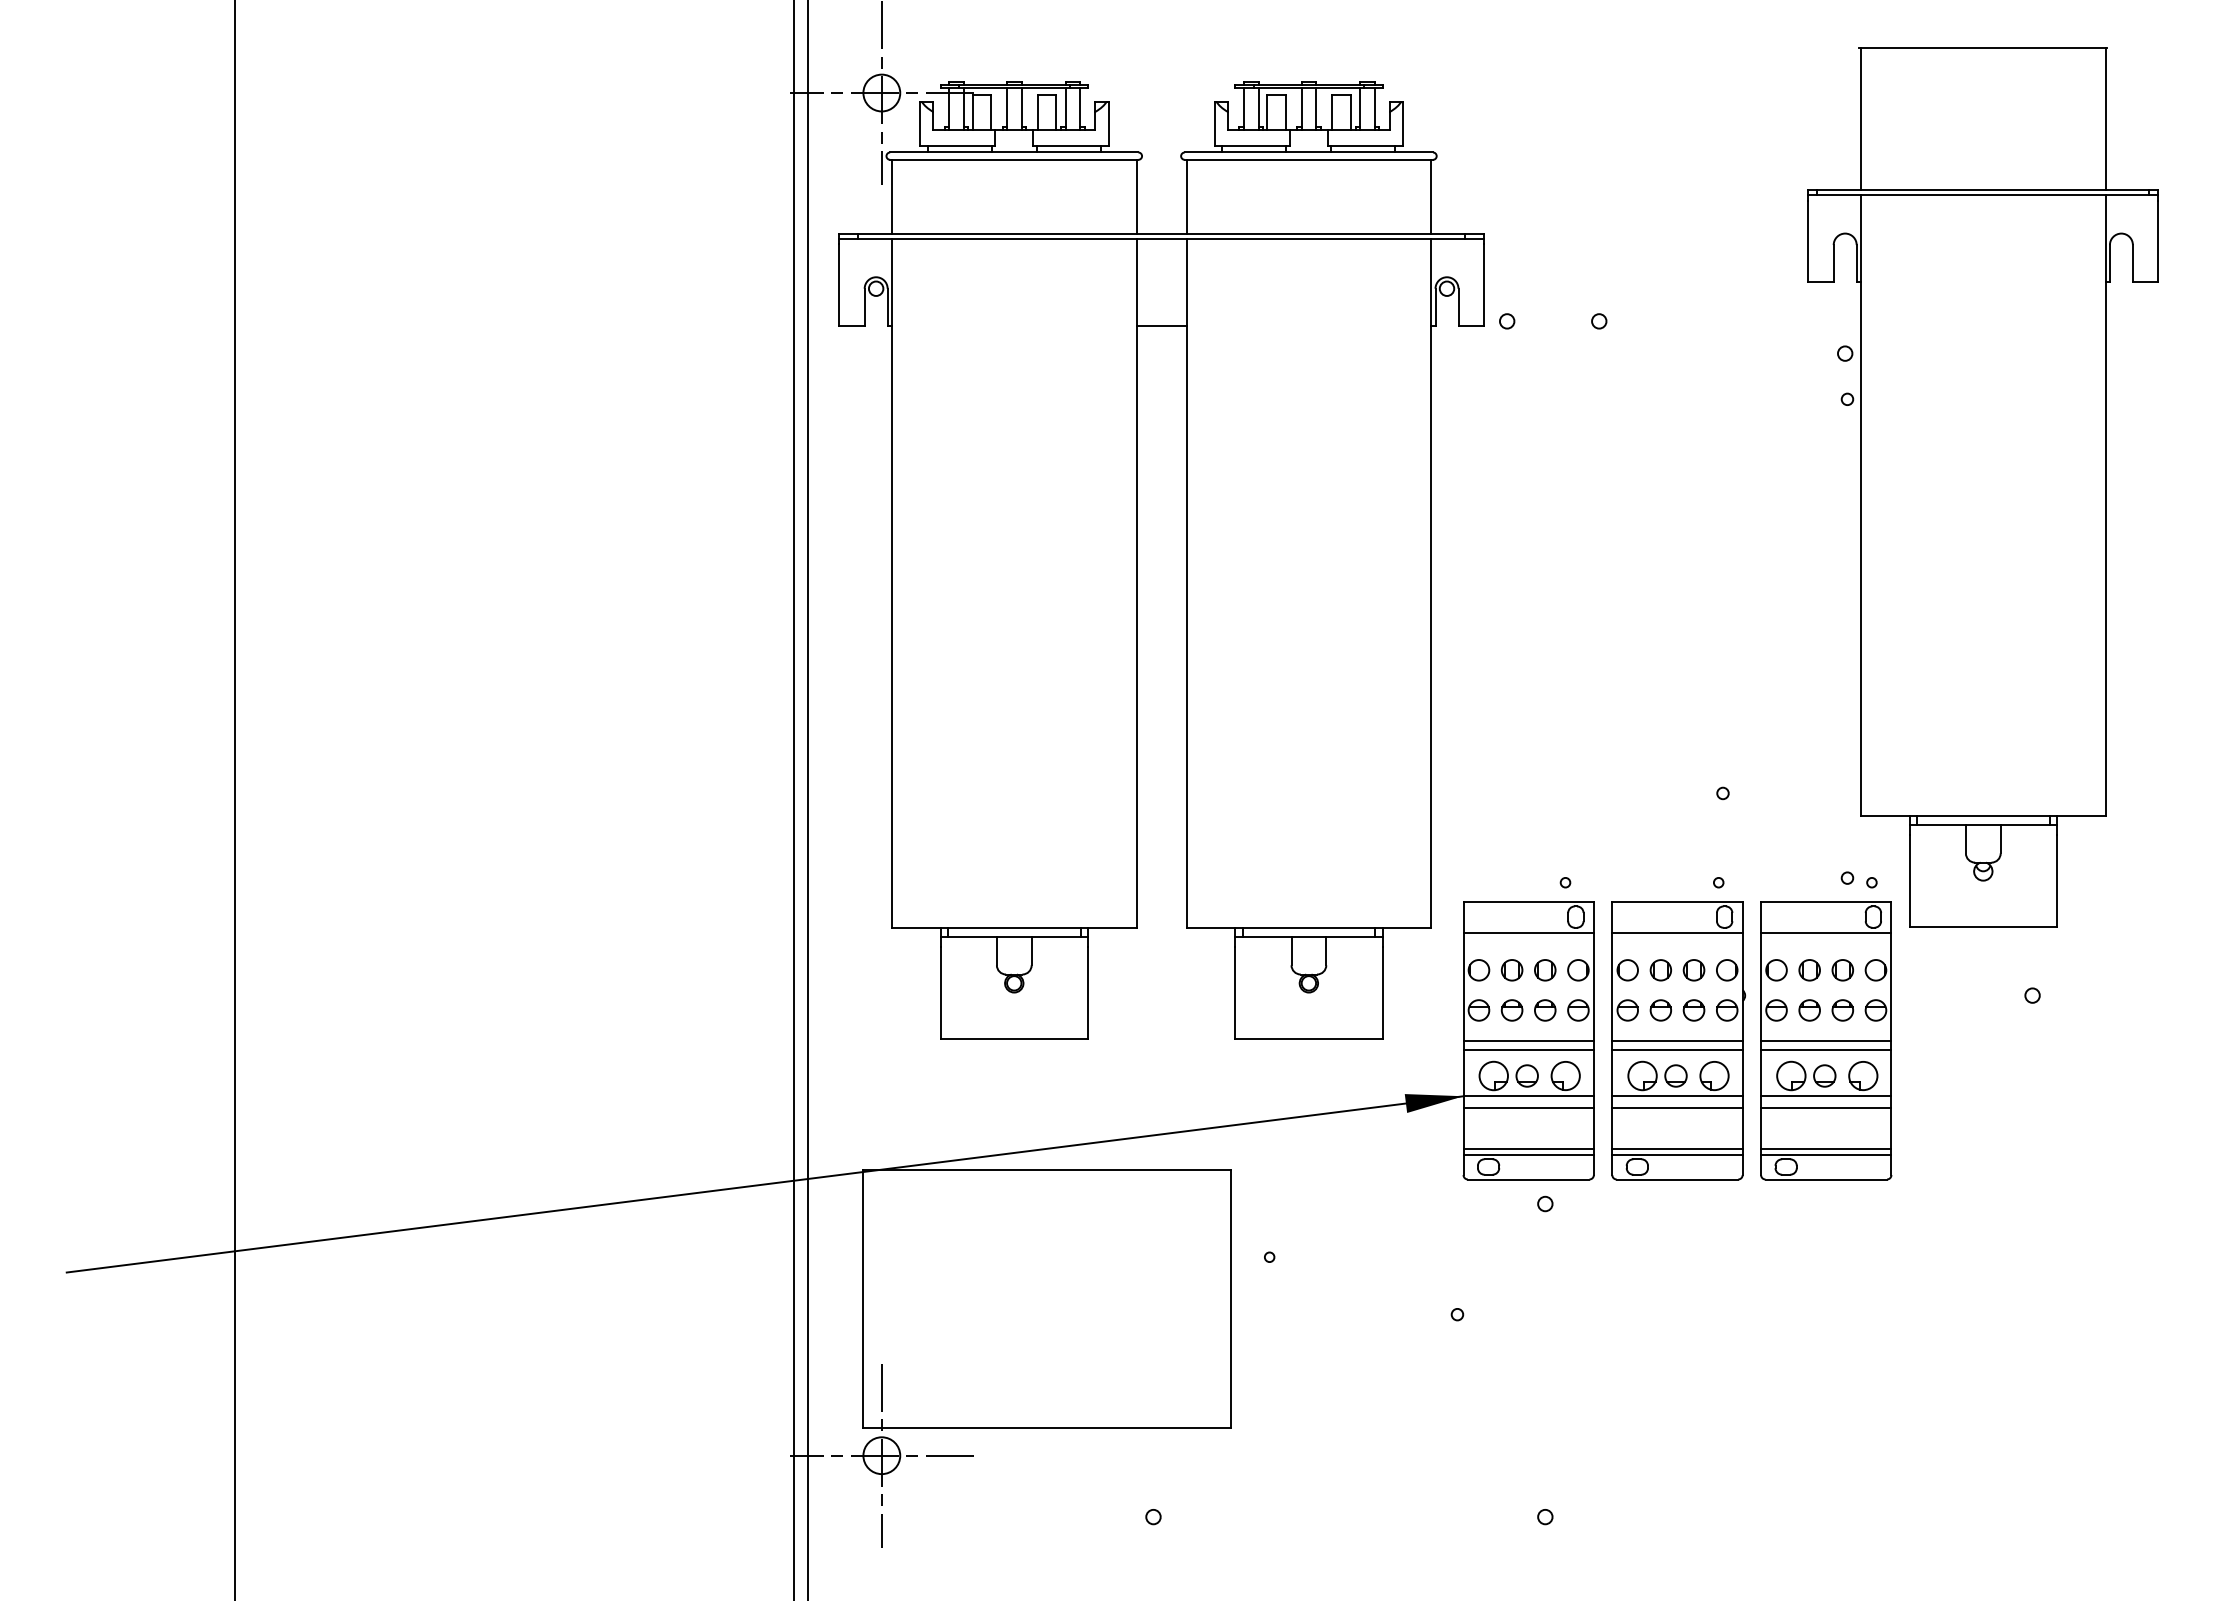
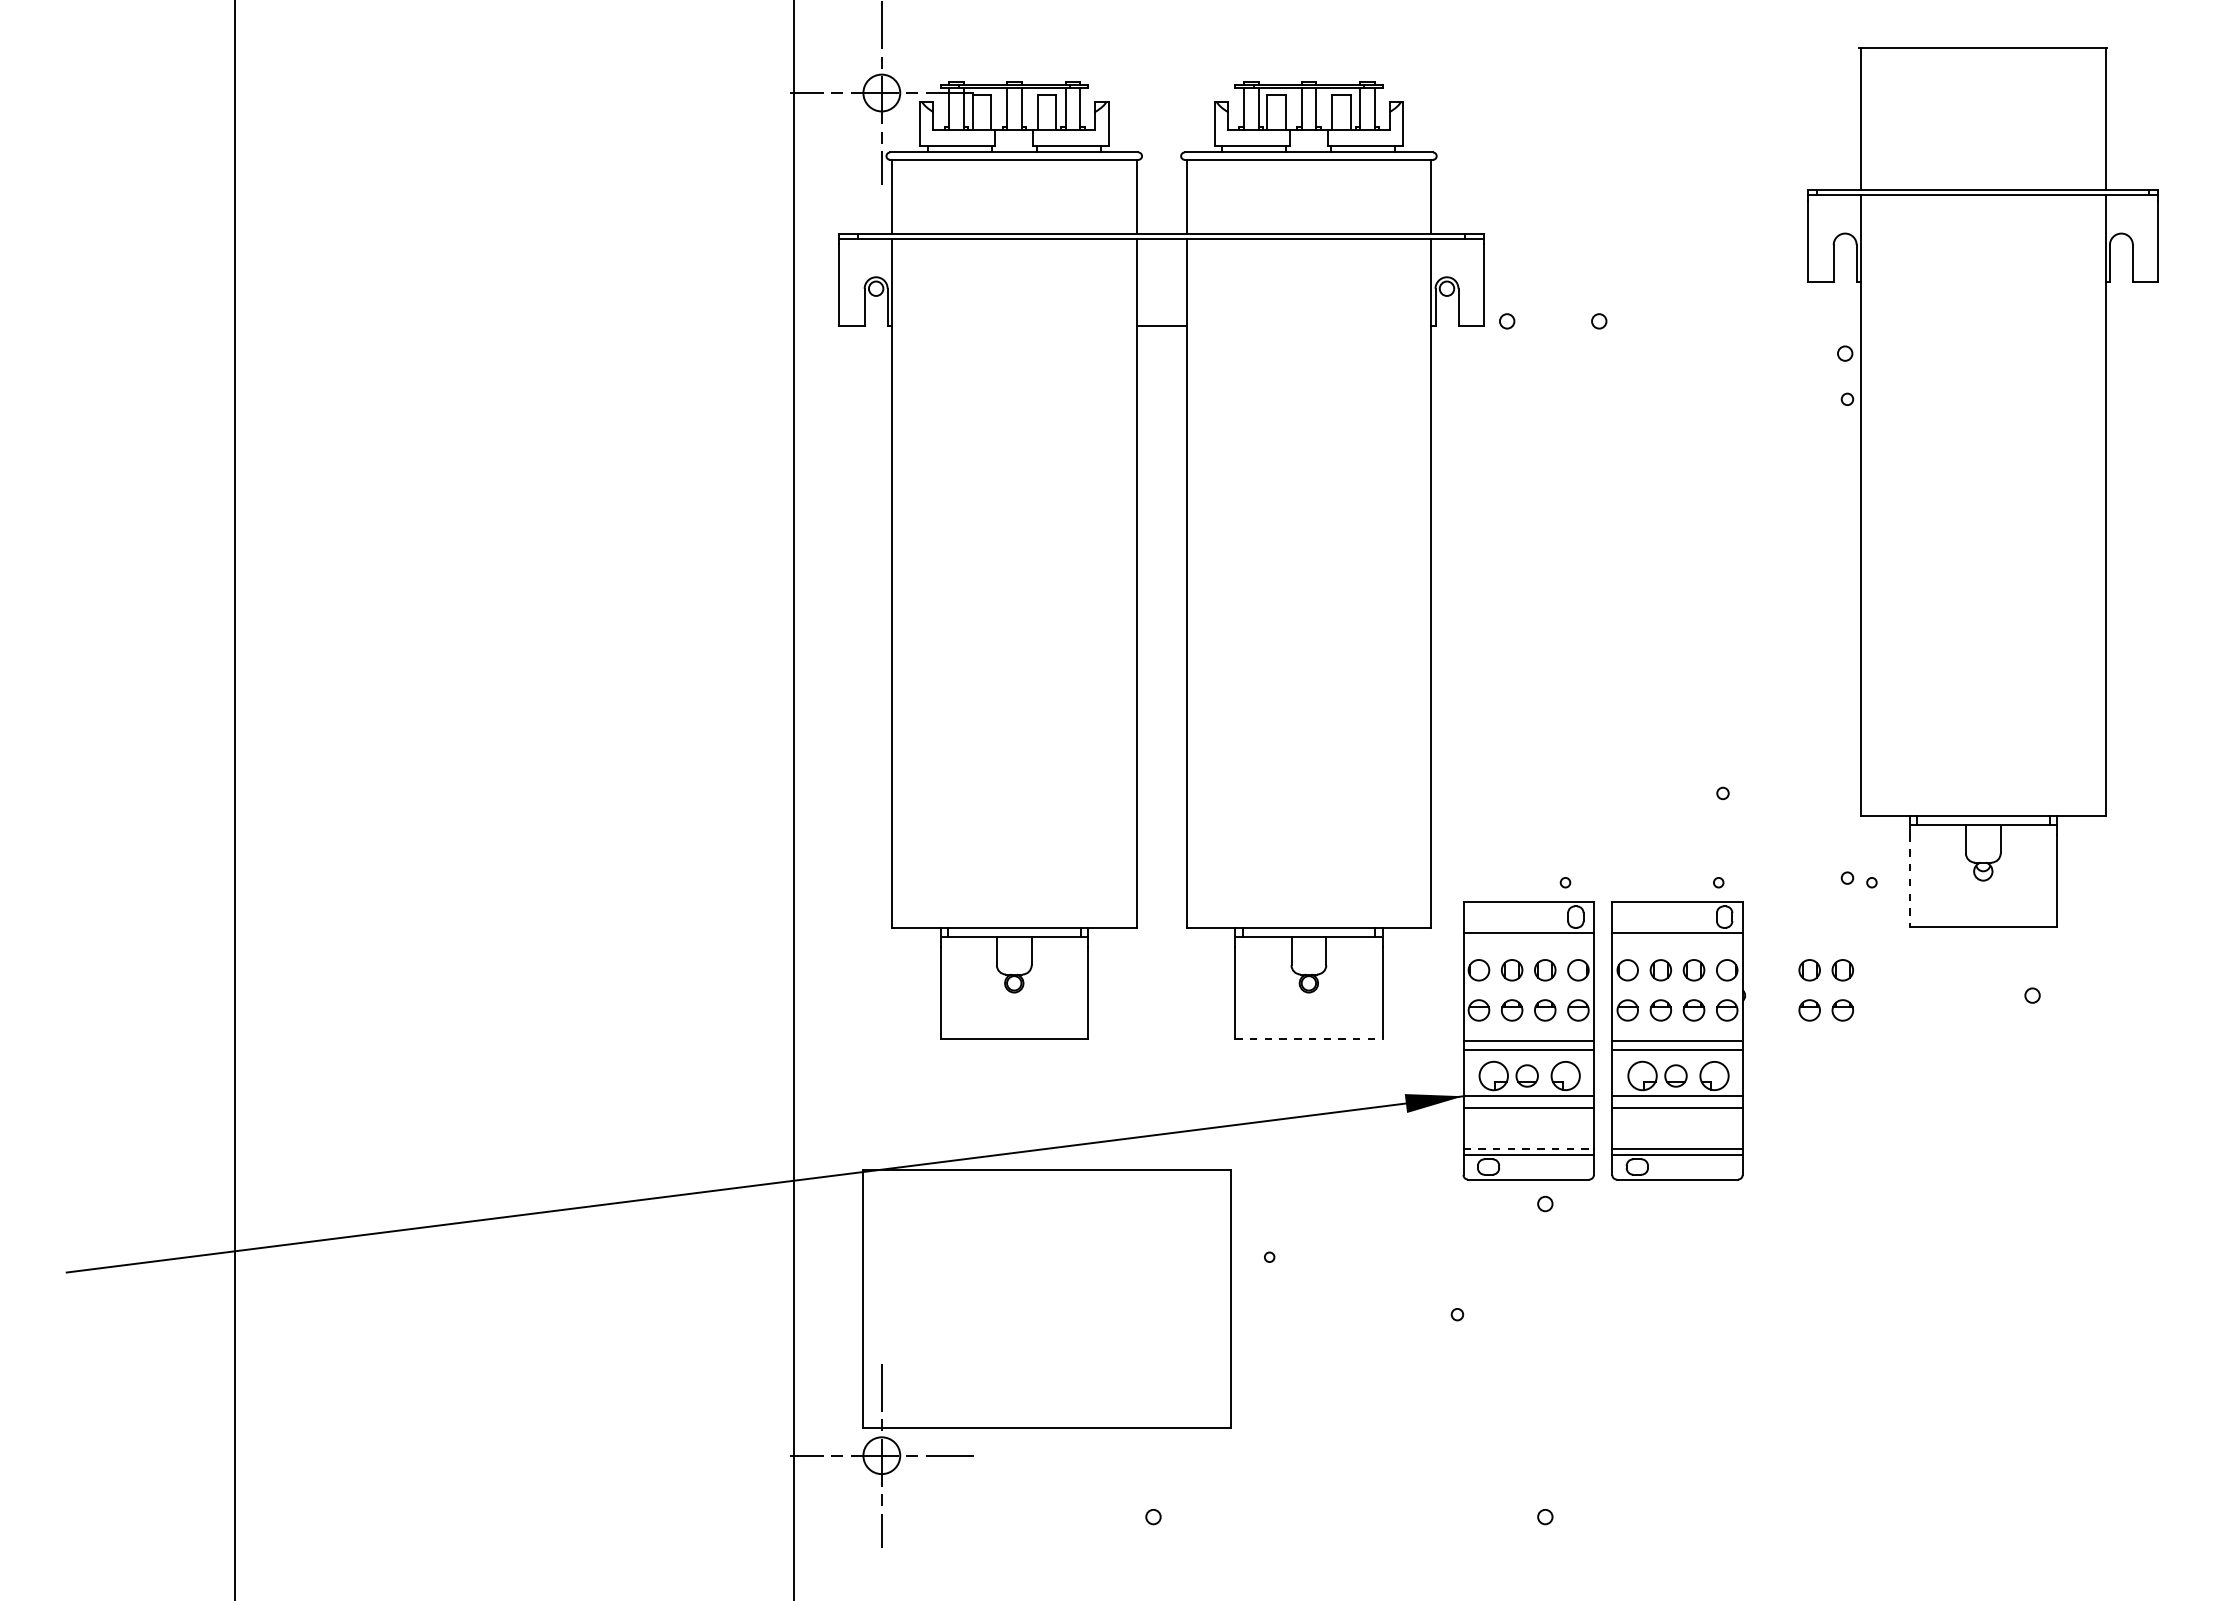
line at (808, 799): present -> none
line at (1909, 881): solid -> dashed
line at (1308, 1038): solid -> dashed
part at (1826, 1040): present -> none
line at (1529, 1148): solid -> dashed
